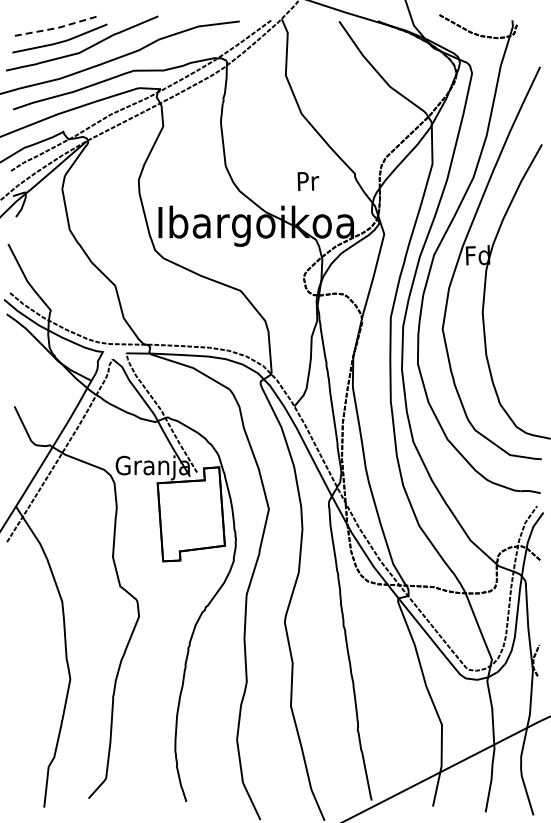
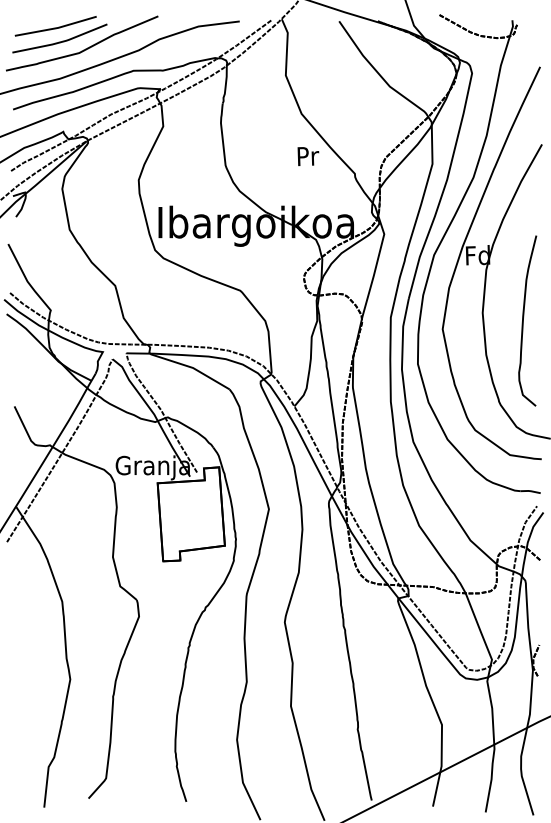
line at (57, 28): dashed -> solid
text at (308, 181) position: (308, 181) -> (308, 156)
curve at (523, 320): none -> present
